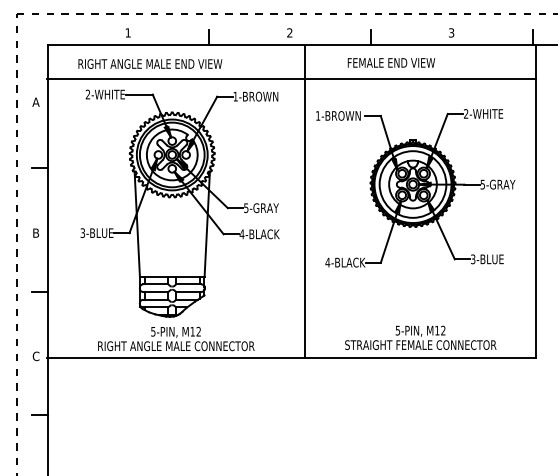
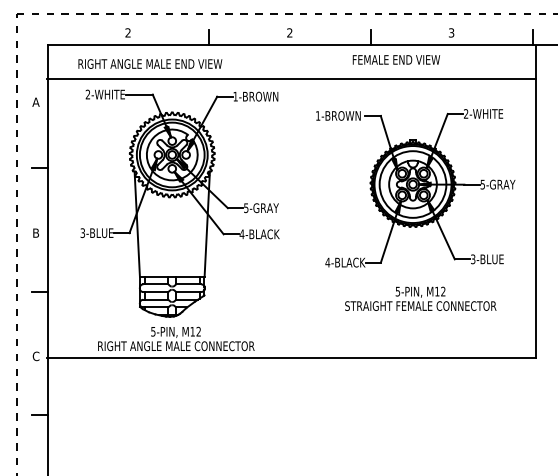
text at (127, 32): 1 -> 2
text at (391, 62) position: (391, 62) -> (396, 59)
line at (304, 201): present -> none
text at (420, 337) position: (420, 337) -> (420, 298)
